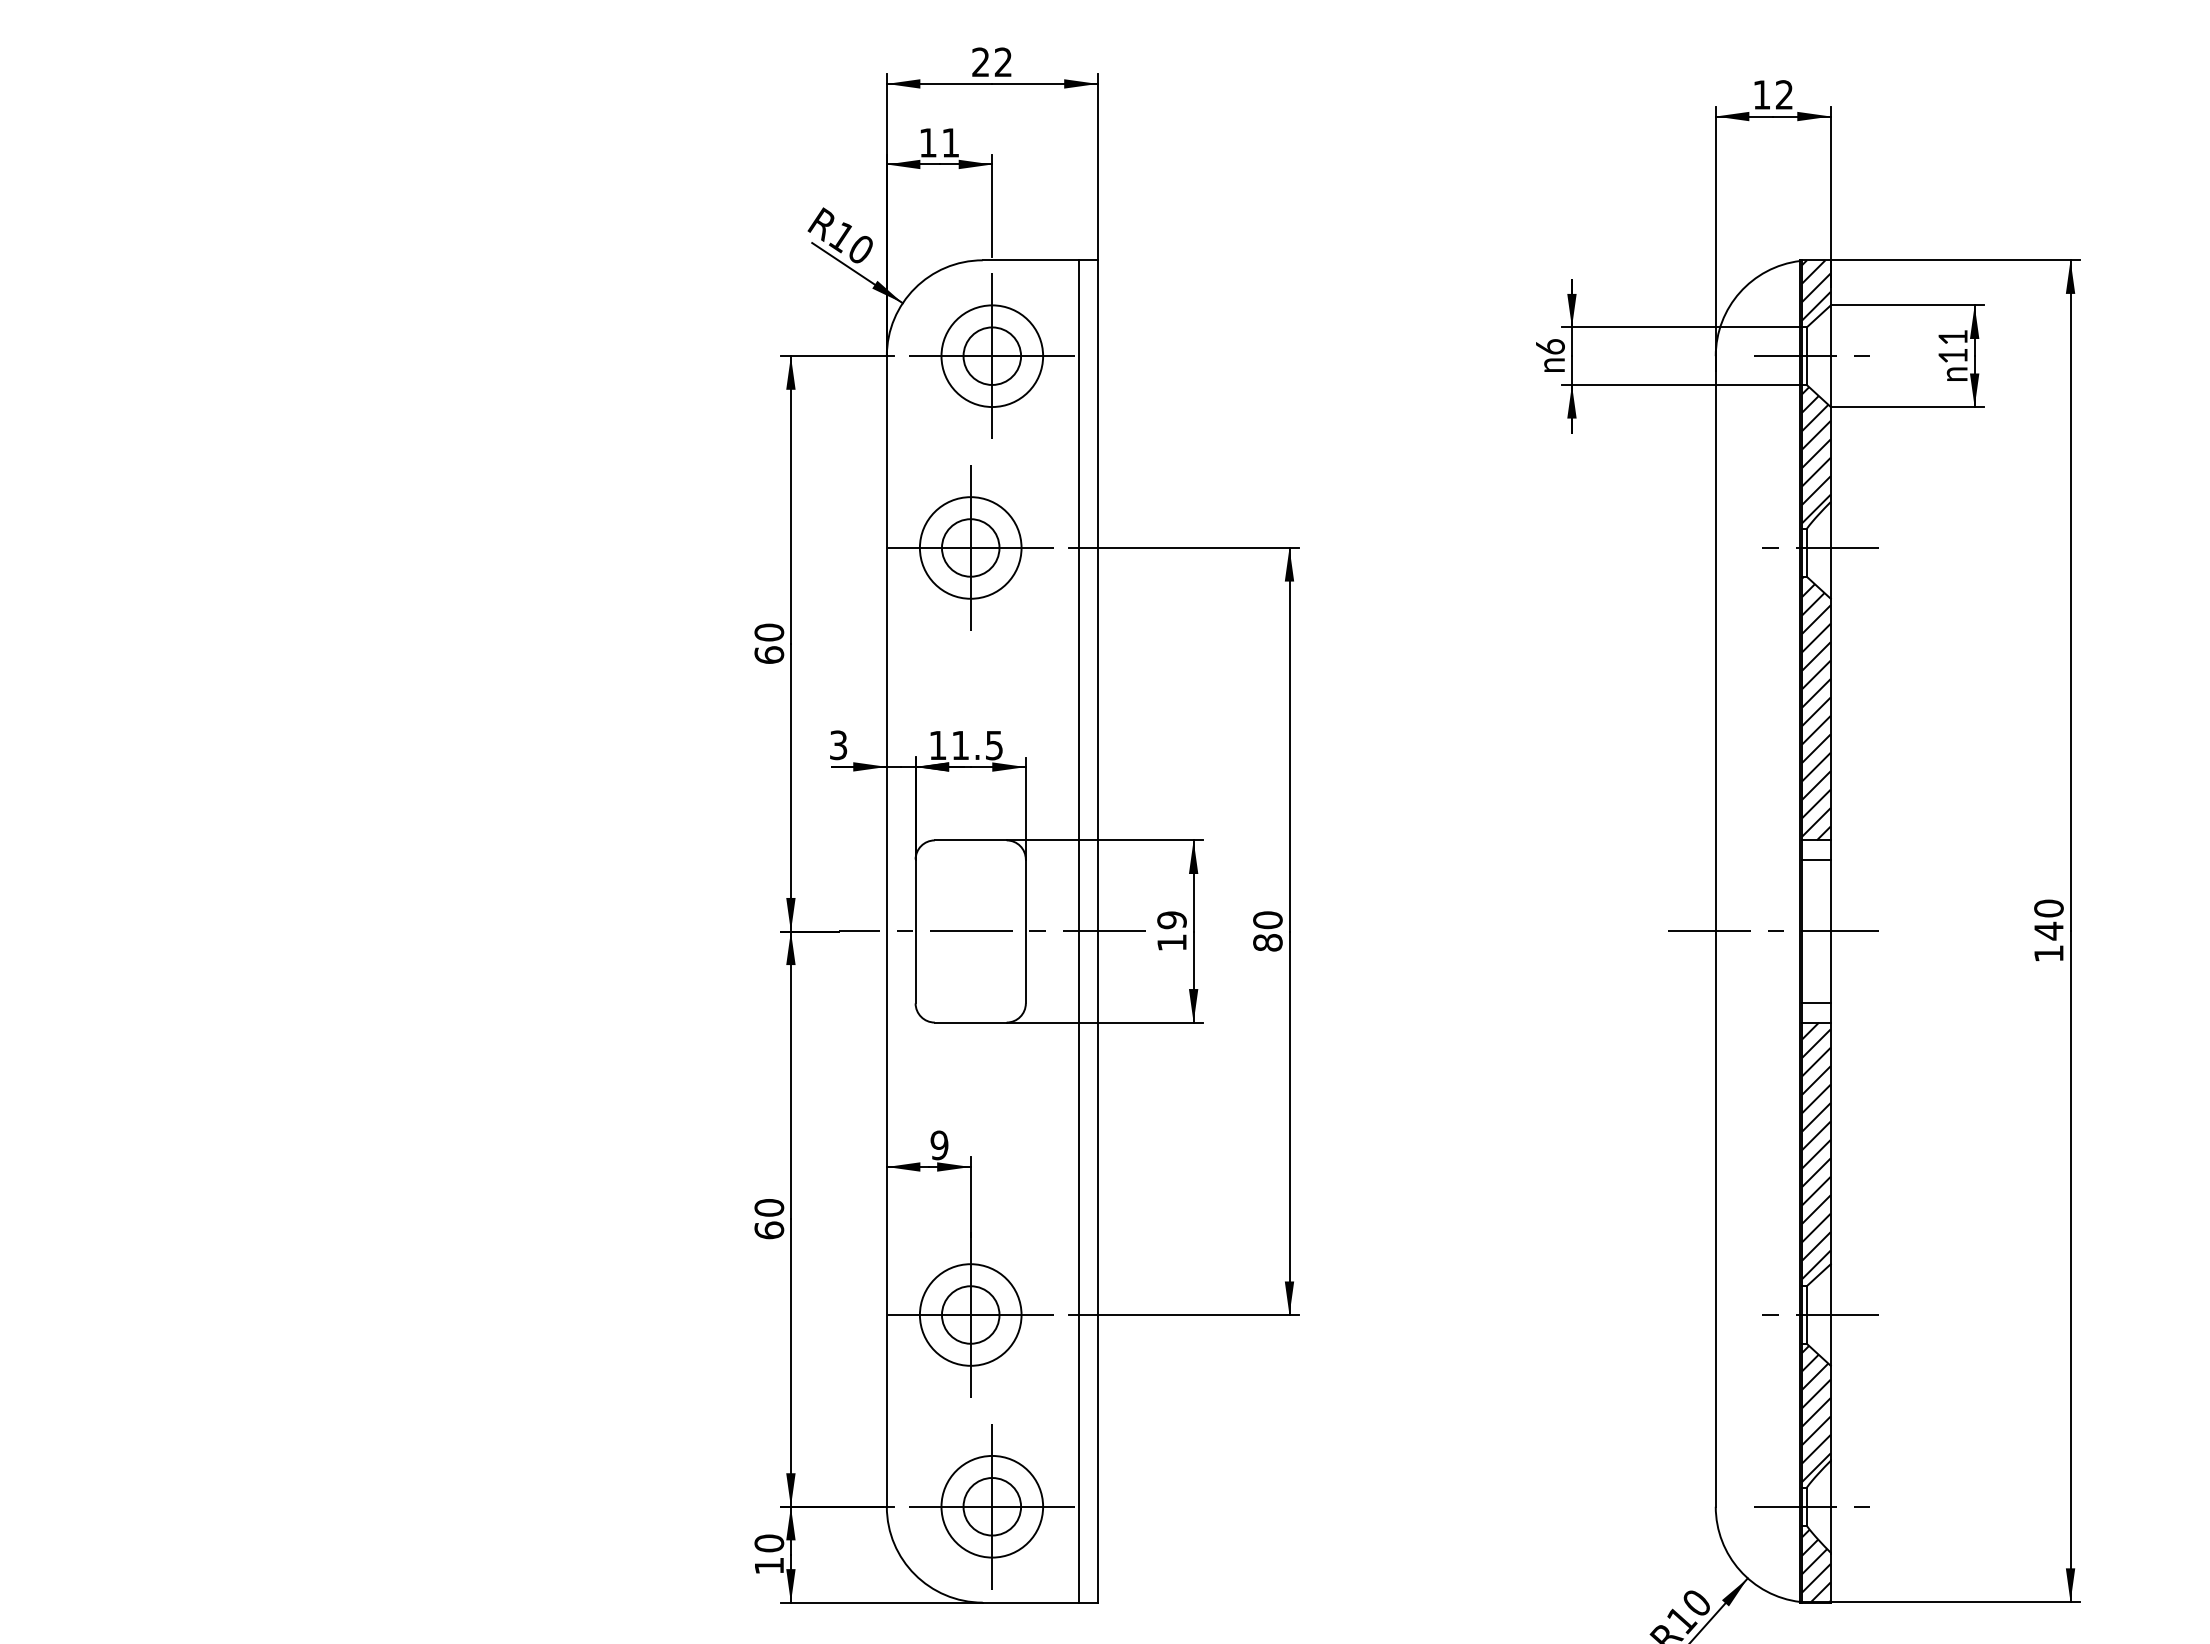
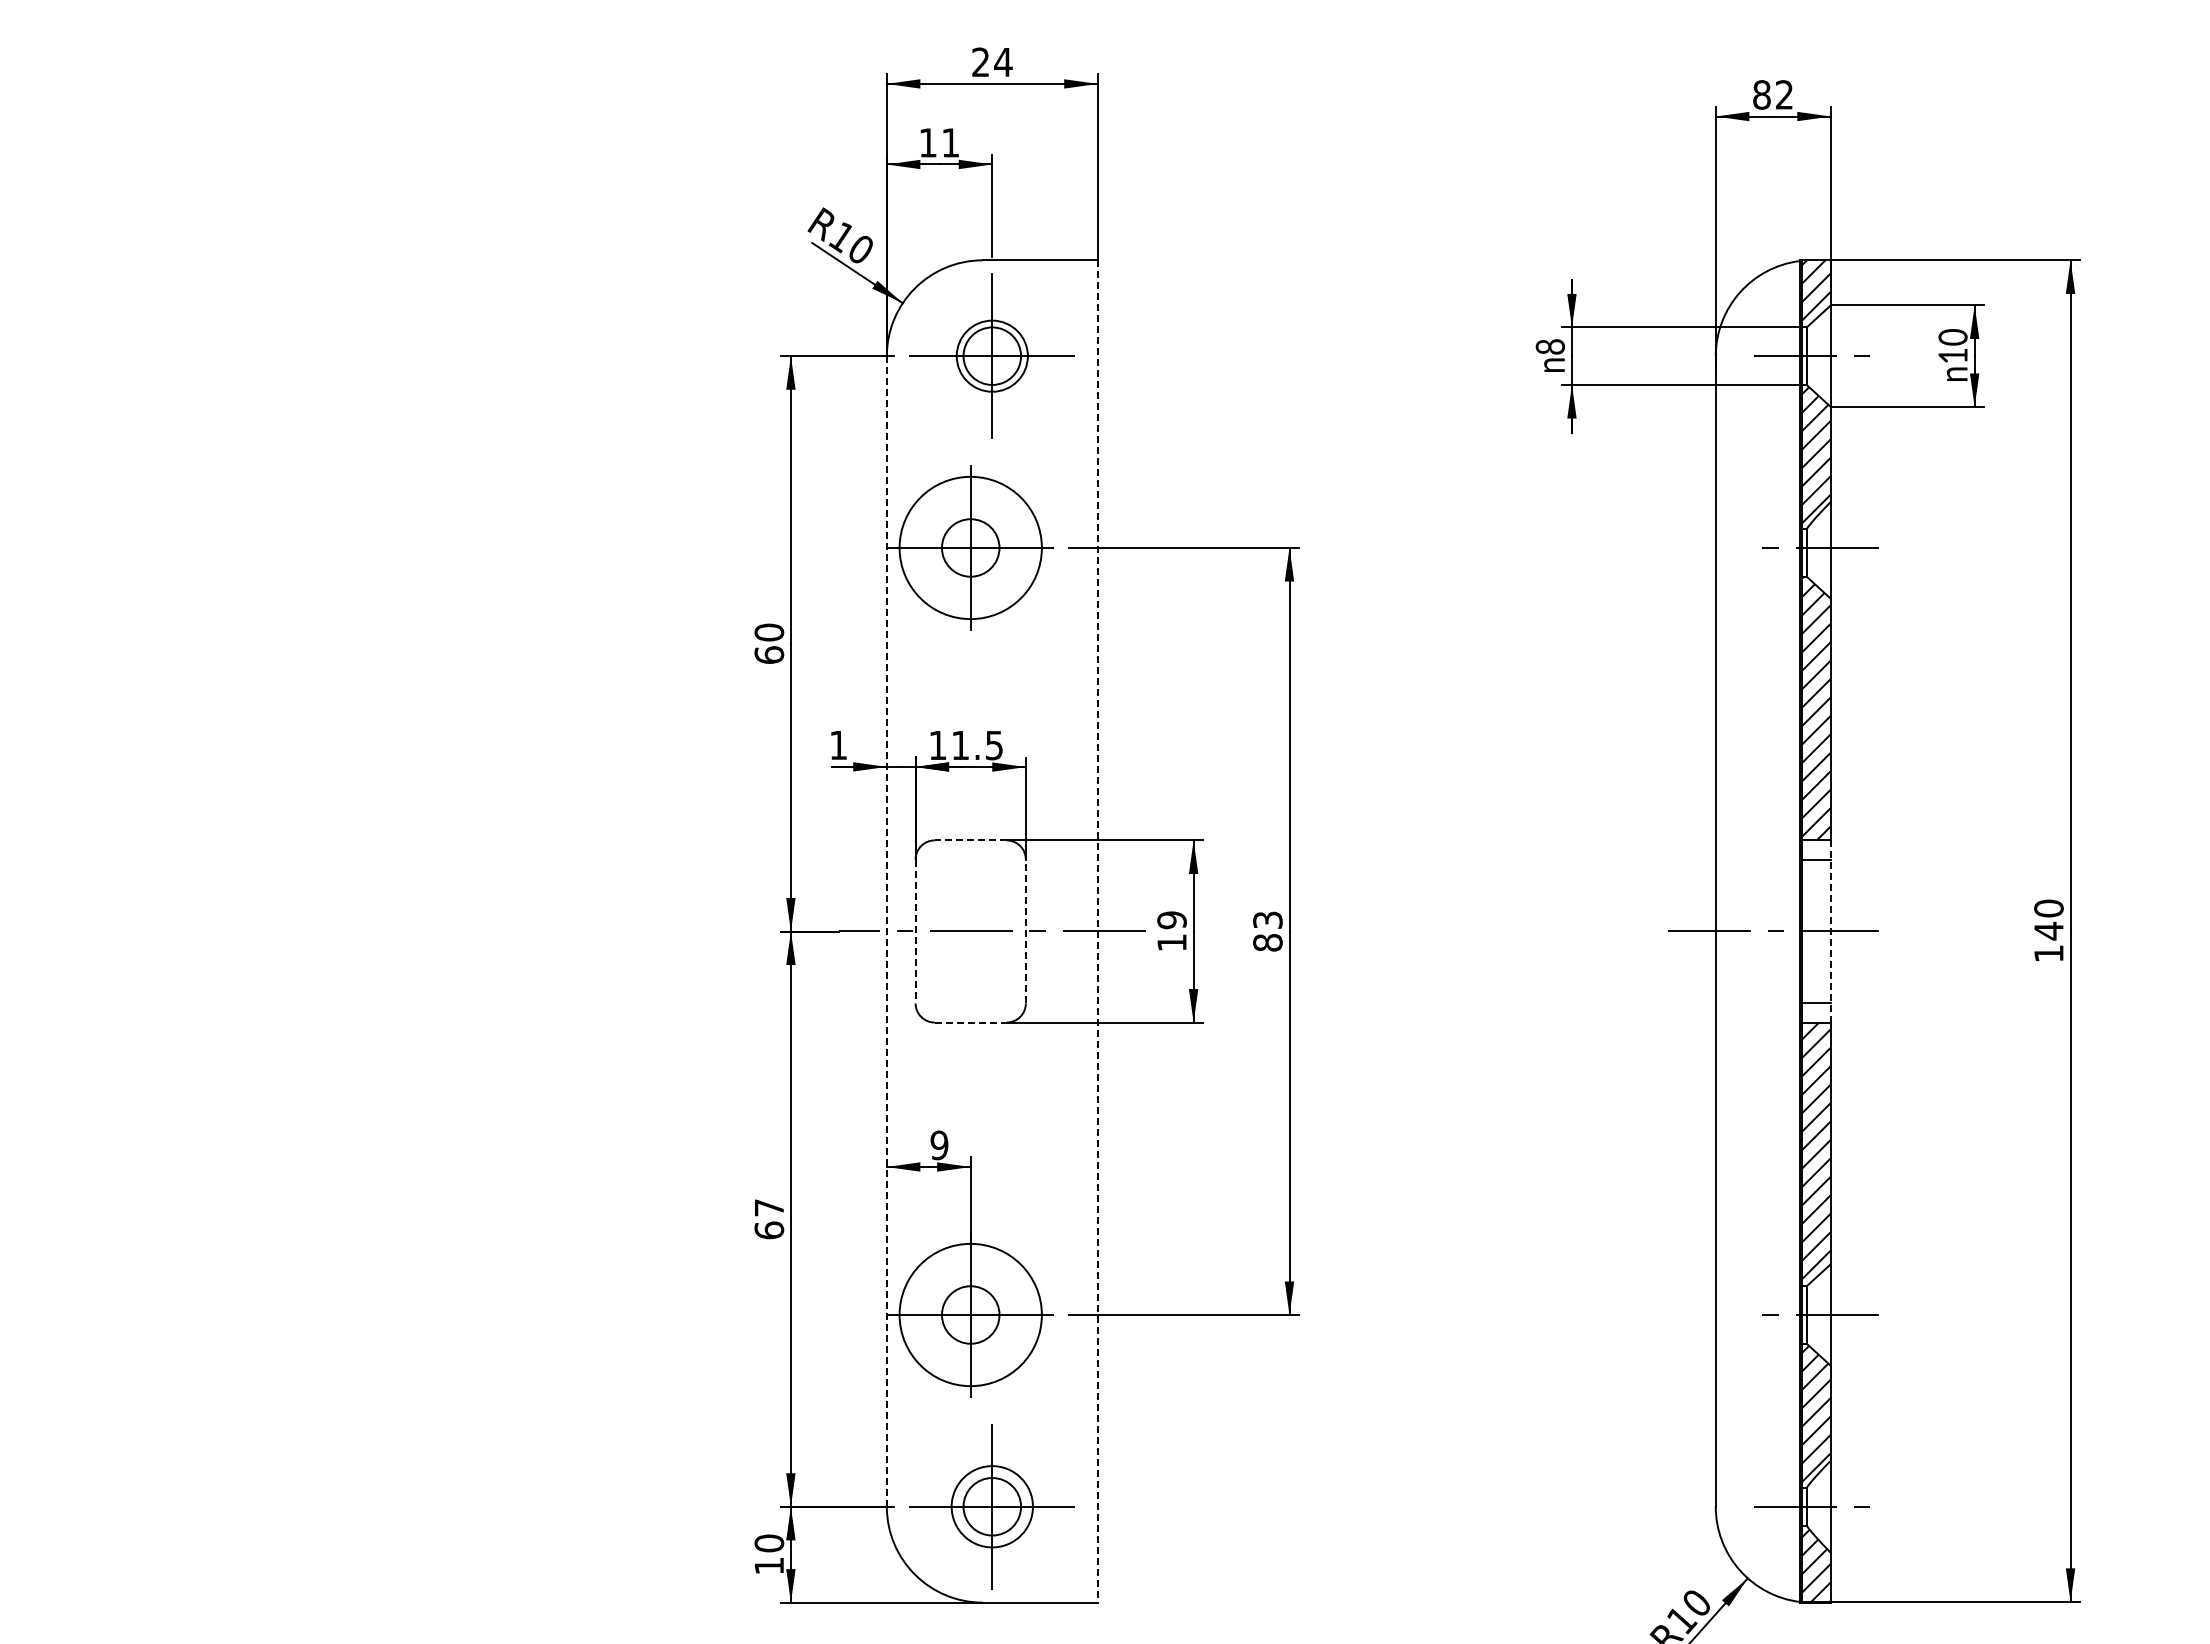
text at (1003, 61): 22 -> 24
text at (1761, 94): 12 -> 82
text at (1952, 337): 11 -> 10
text at (1549, 346): 6 -> 8
circle at (992, 356) diameter: 102 px -> 71 px
circle at (970, 547) diameter: 102 px -> 142 px
text at (838, 745): 3 -> 1
line at (970, 840): solid -> dashed
text at (1267, 920): 80 -> 83
line at (1830, 930): solid -> dashed
line at (886, 931): solid -> dashed
line at (915, 931): solid -> dashed
line at (1025, 931): solid -> dashed
line at (1078, 931): present -> none
line at (1097, 931): solid -> dashed
line at (970, 1022): solid -> dashed
text at (769, 1207): 60 -> 67
circle at (970, 1314) diameter: 102 px -> 142 px
circle at (992, 1506) diameter: 102 px -> 81 px
